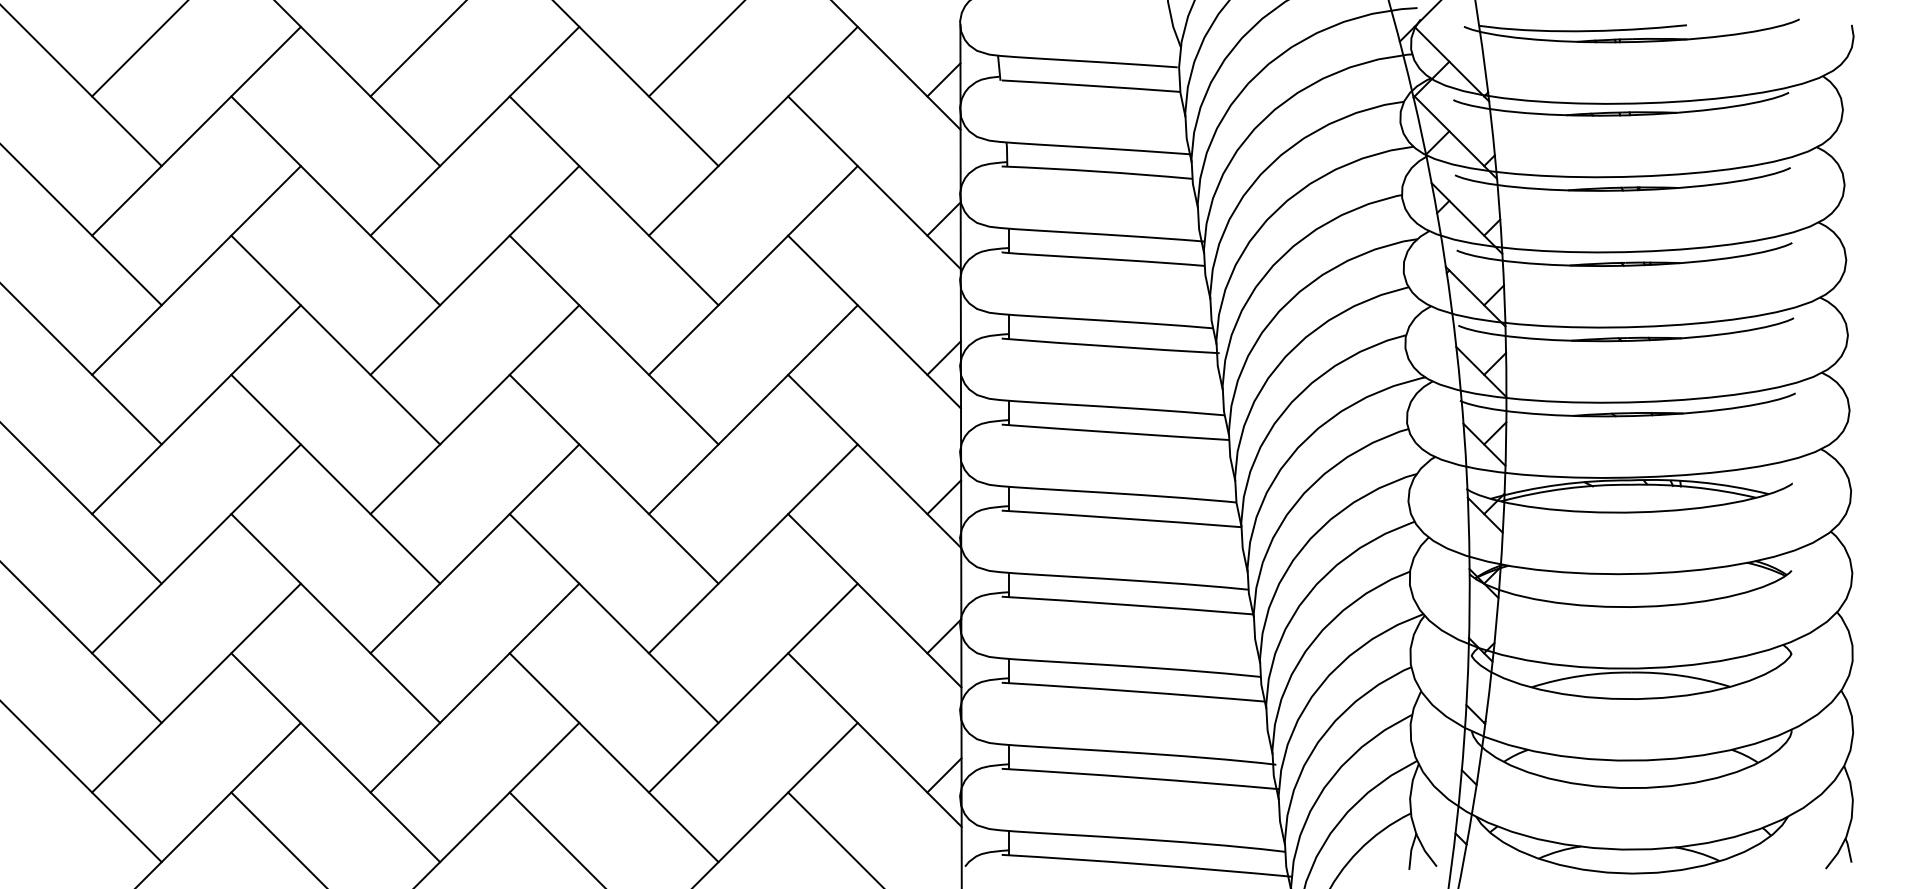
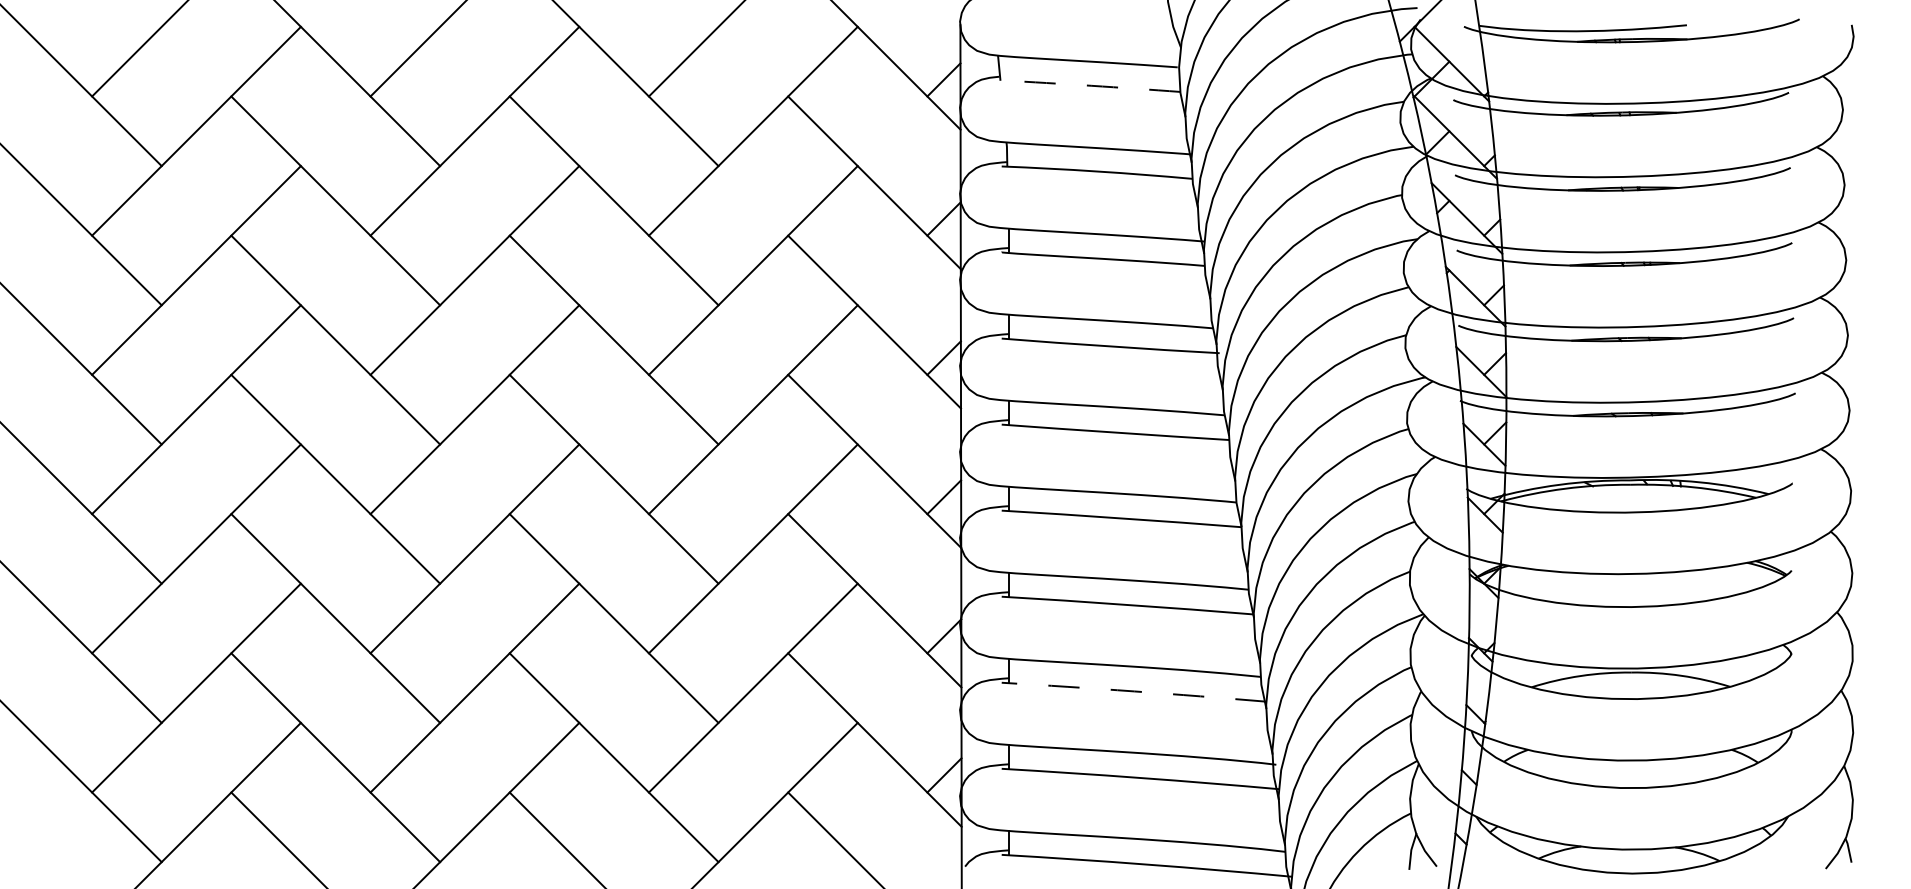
arc at (1091, 85): solid -> dashed
arc at (1134, 691): solid -> dashed
